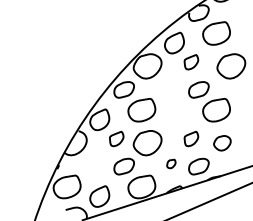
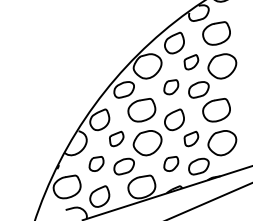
part at (231, 66) position: (231, 66) -> (222, 66)
part at (171, 87): none -> present
part at (174, 119): none -> present
part at (222, 143) size: 19x17 px -> 31x27 px
part at (96, 163): none -> present
part at (171, 163) size: 11x12 px -> 17x16 px
